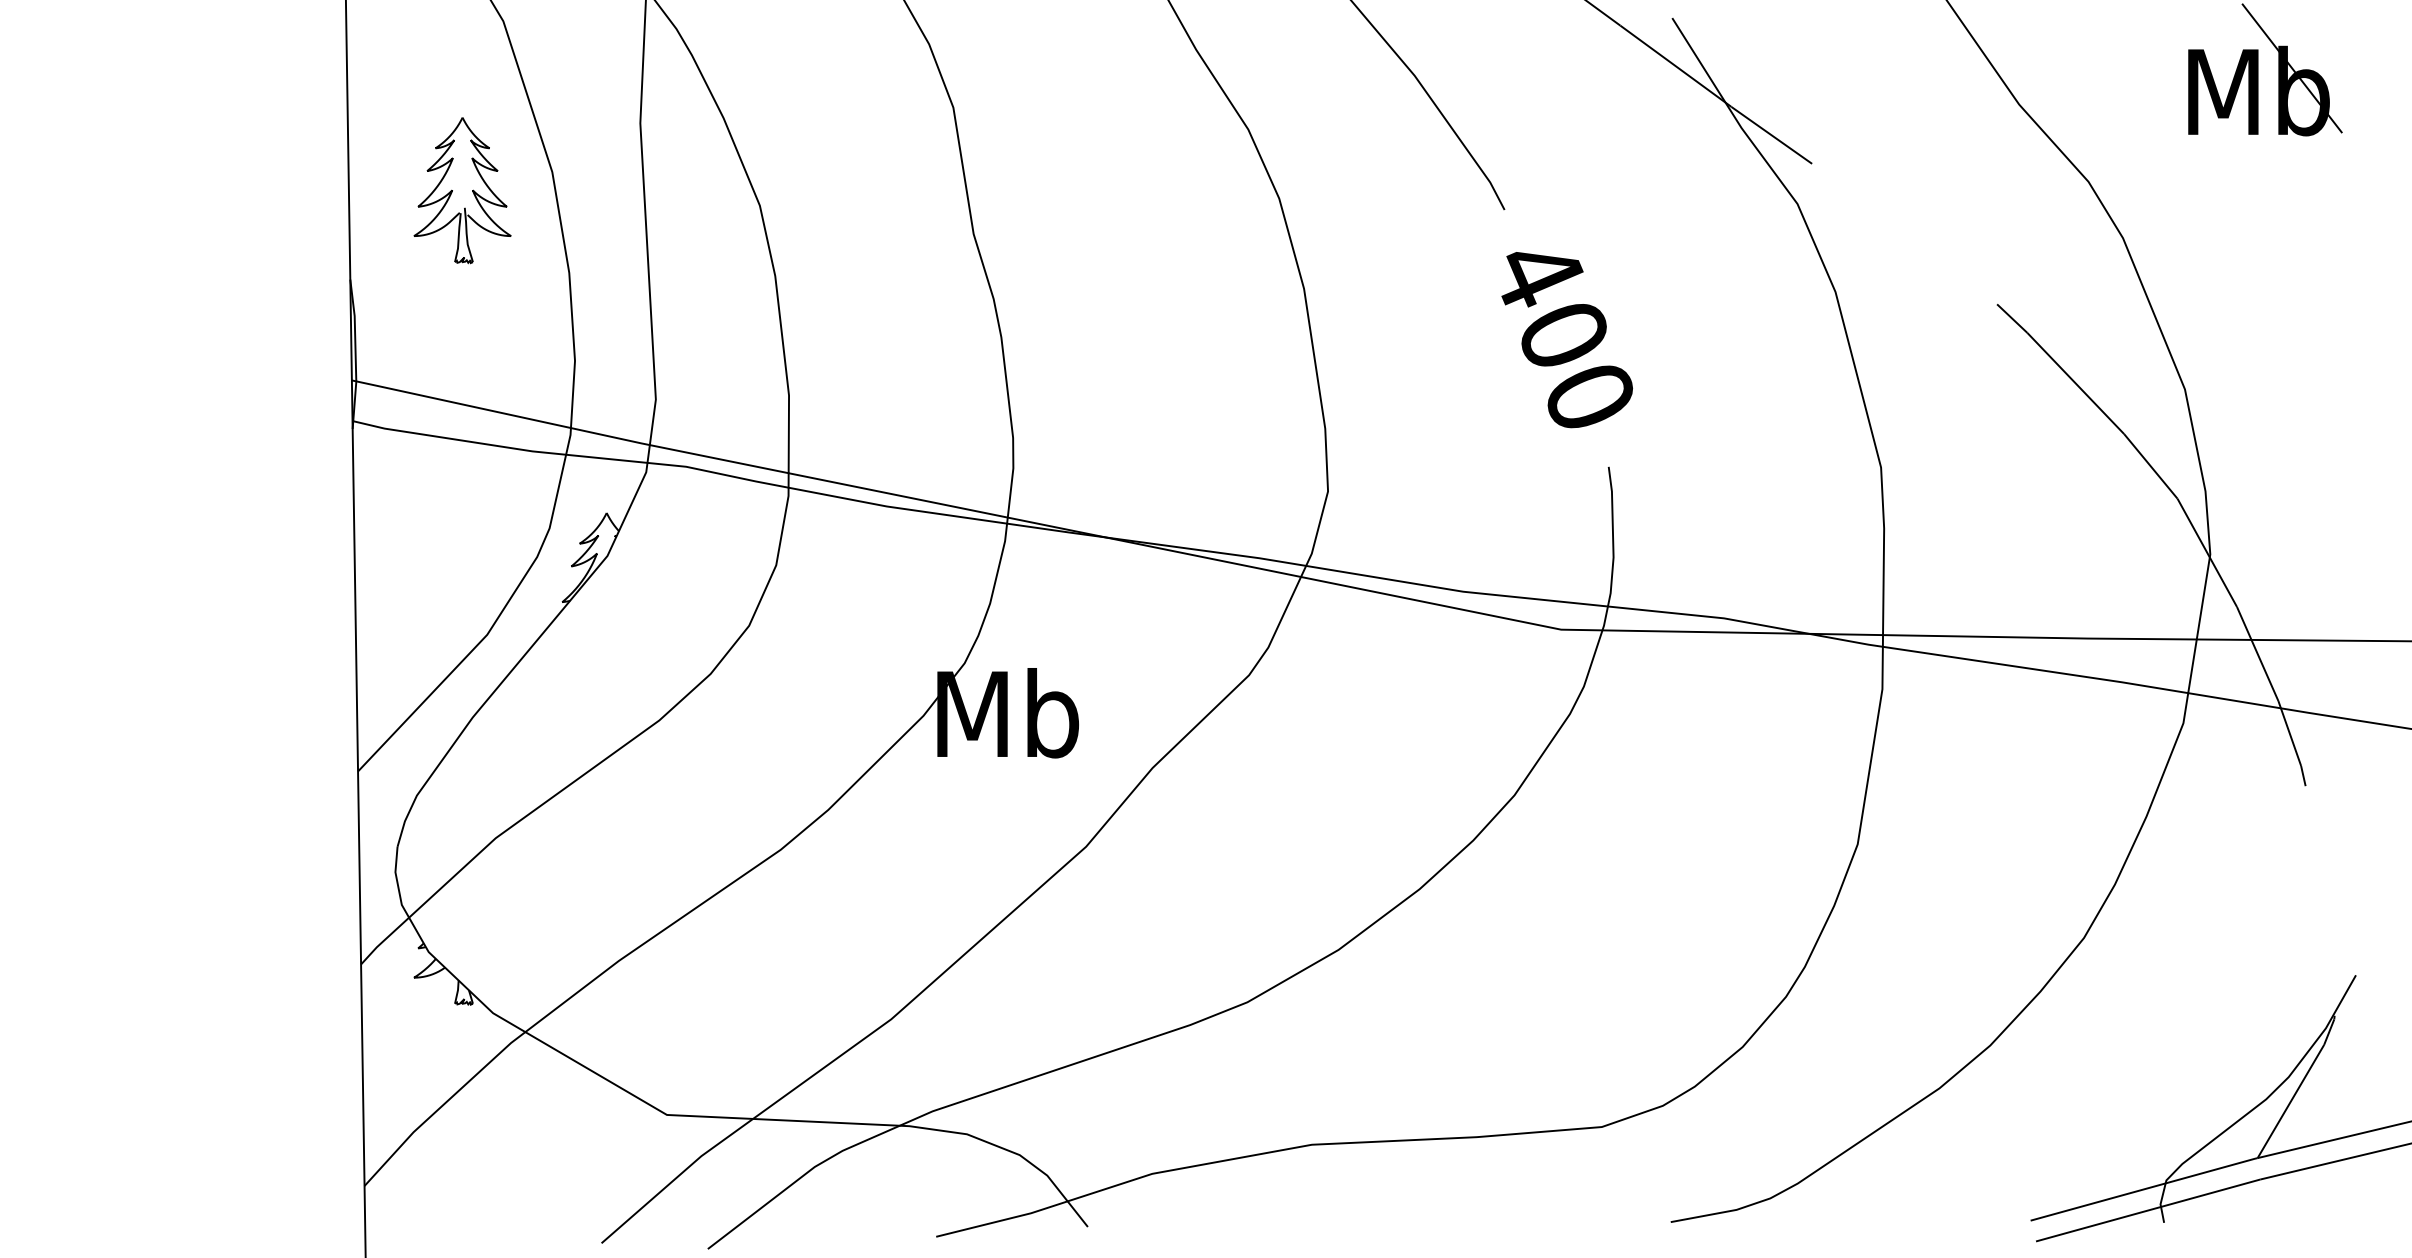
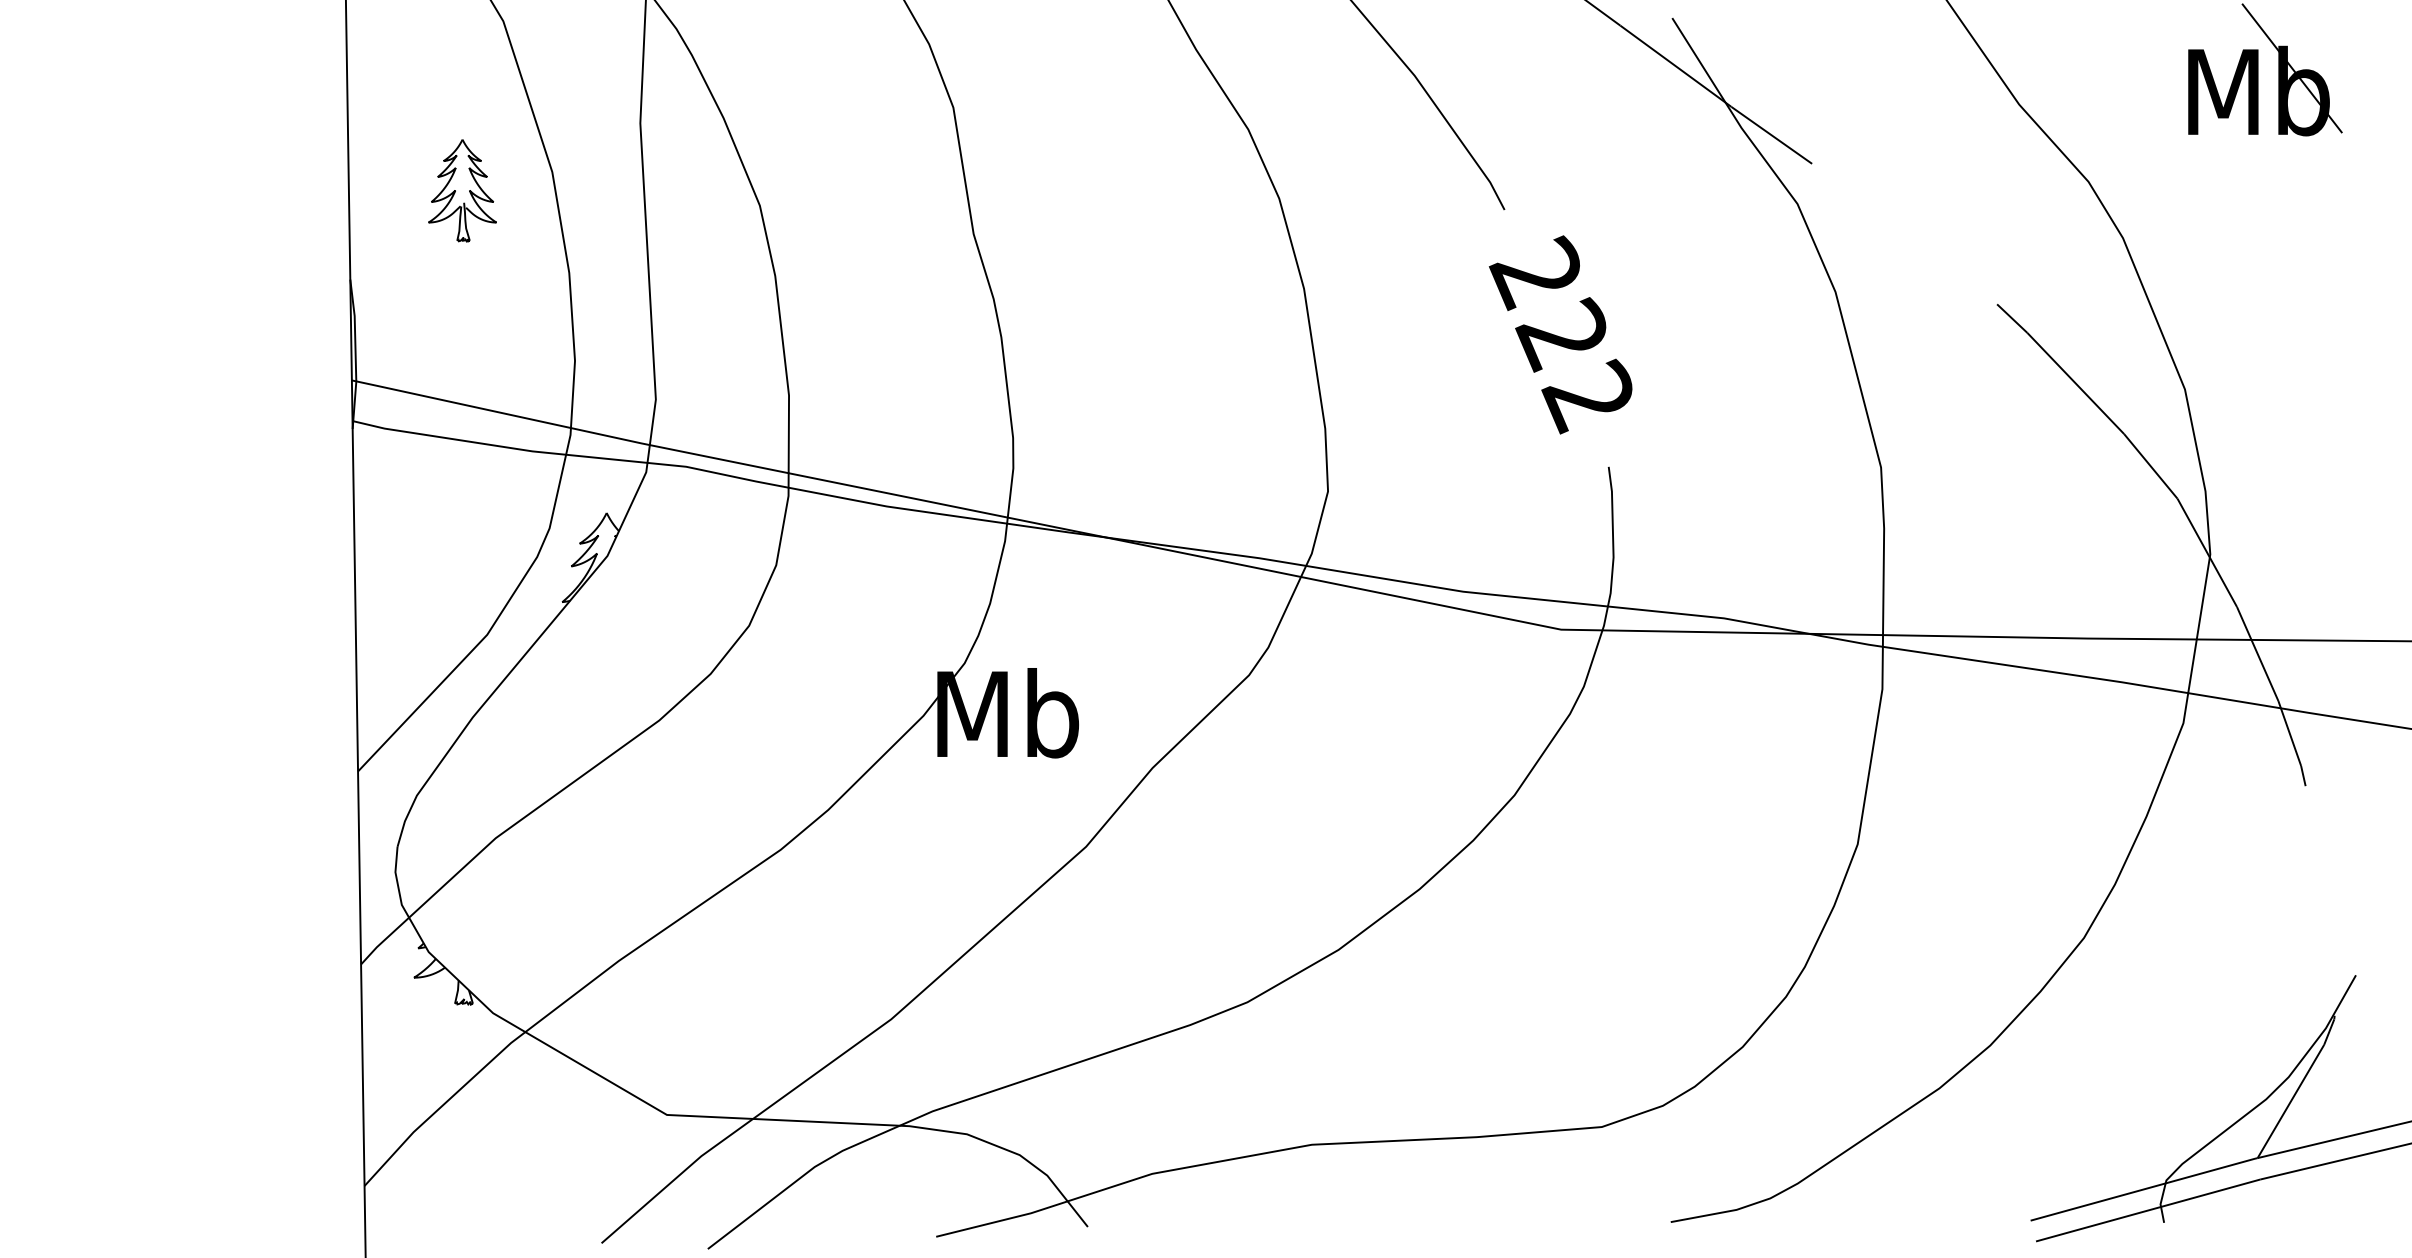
part at (462, 190) size: 99x148 px -> 69x104 px
text at (1560, 334): 400 -> 222
